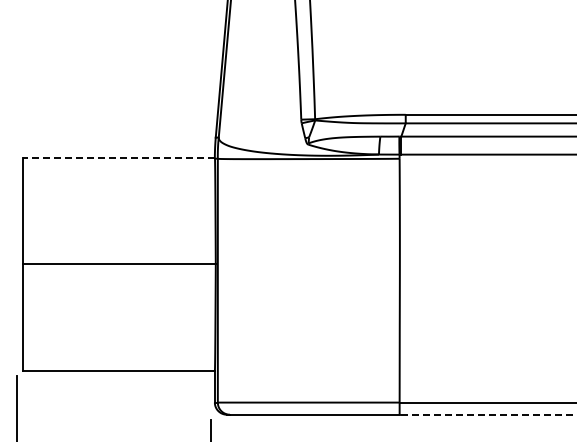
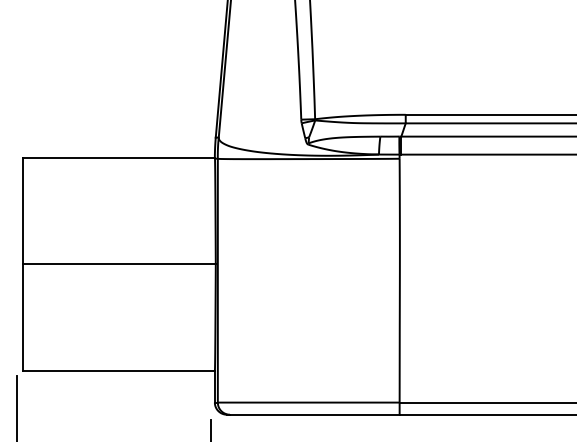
line at (119, 157): dashed -> solid
line at (487, 414): dashed -> solid
